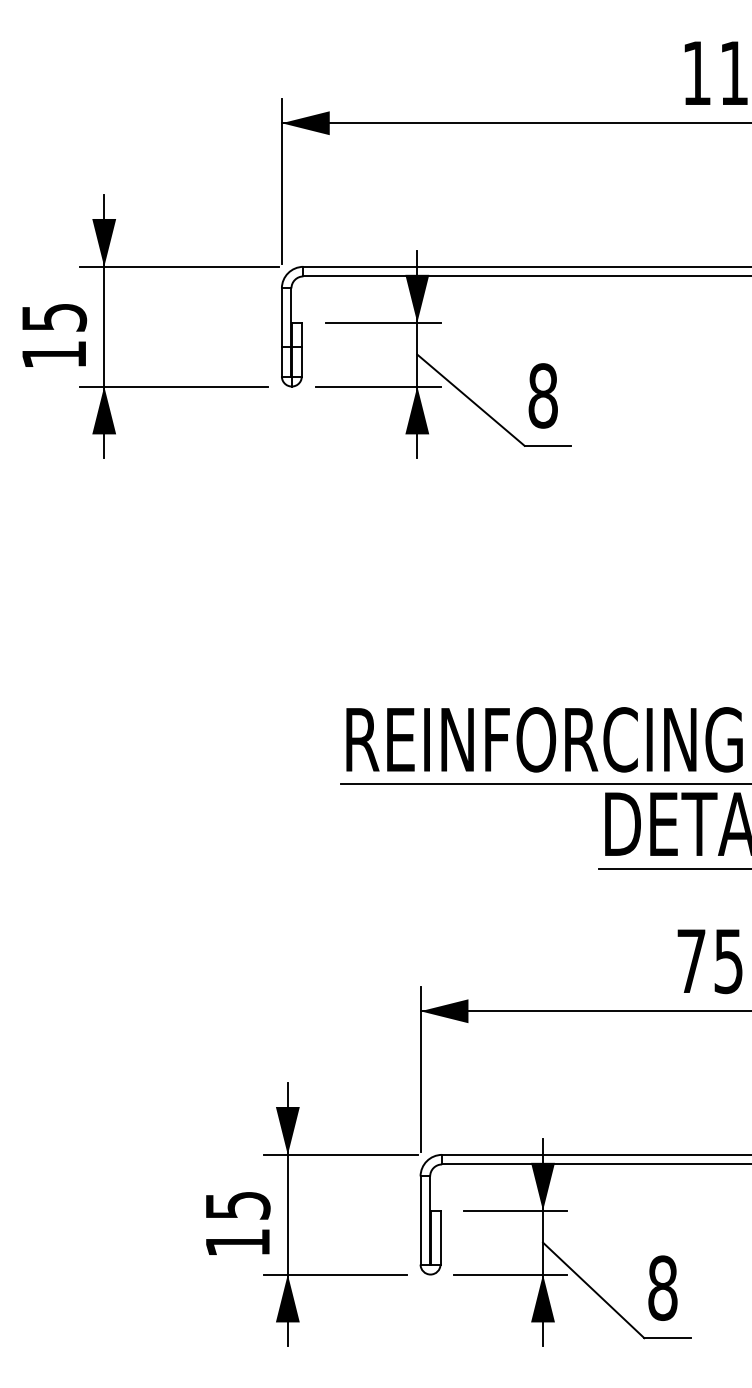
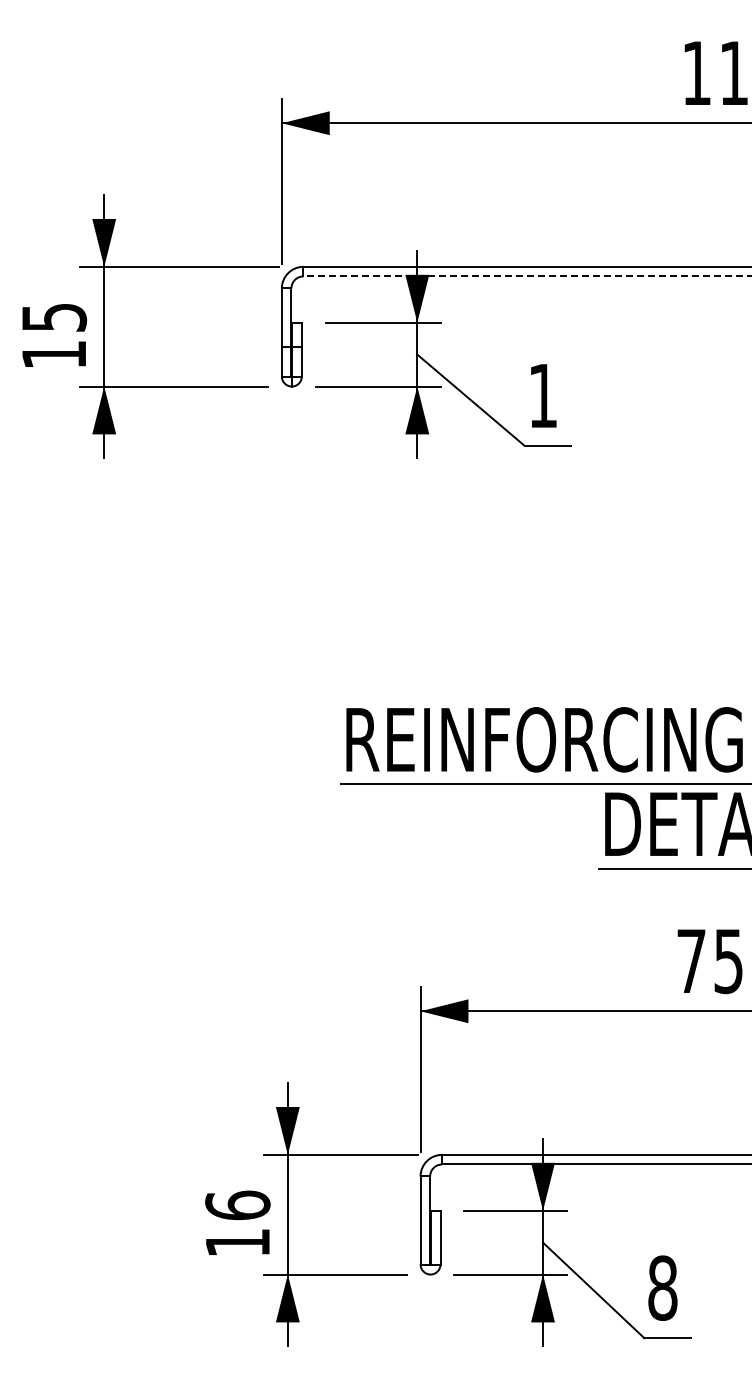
line at (527, 276): solid -> dashed
text at (542, 395): 8 -> 1
text at (237, 1205): 15 -> 16
